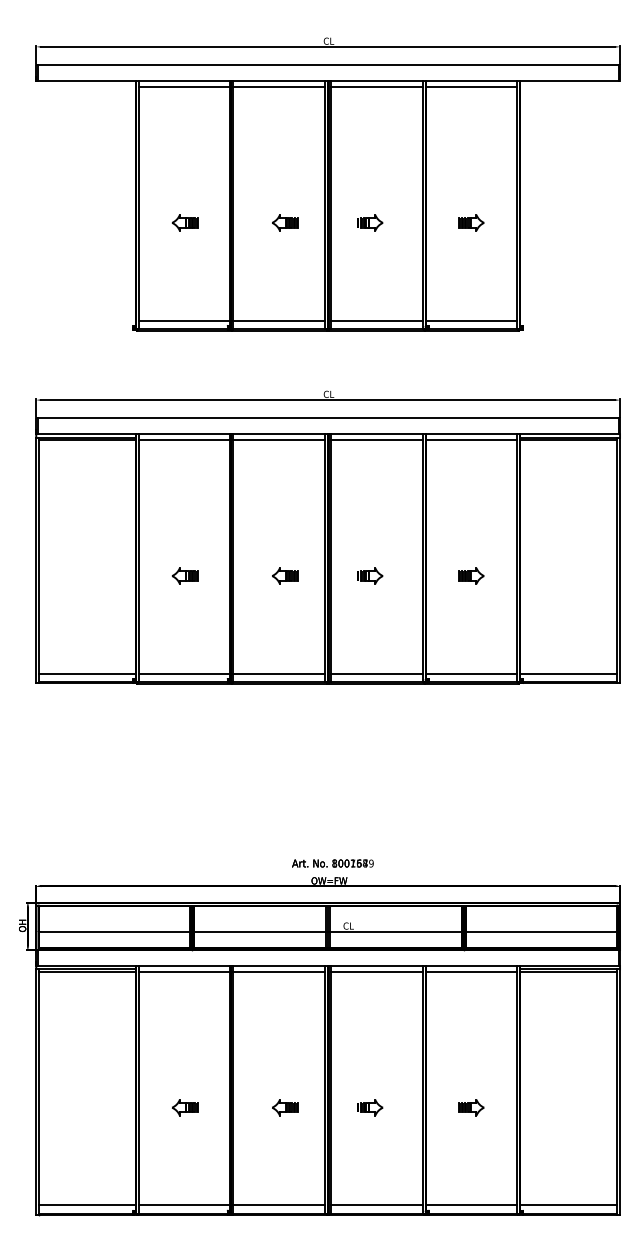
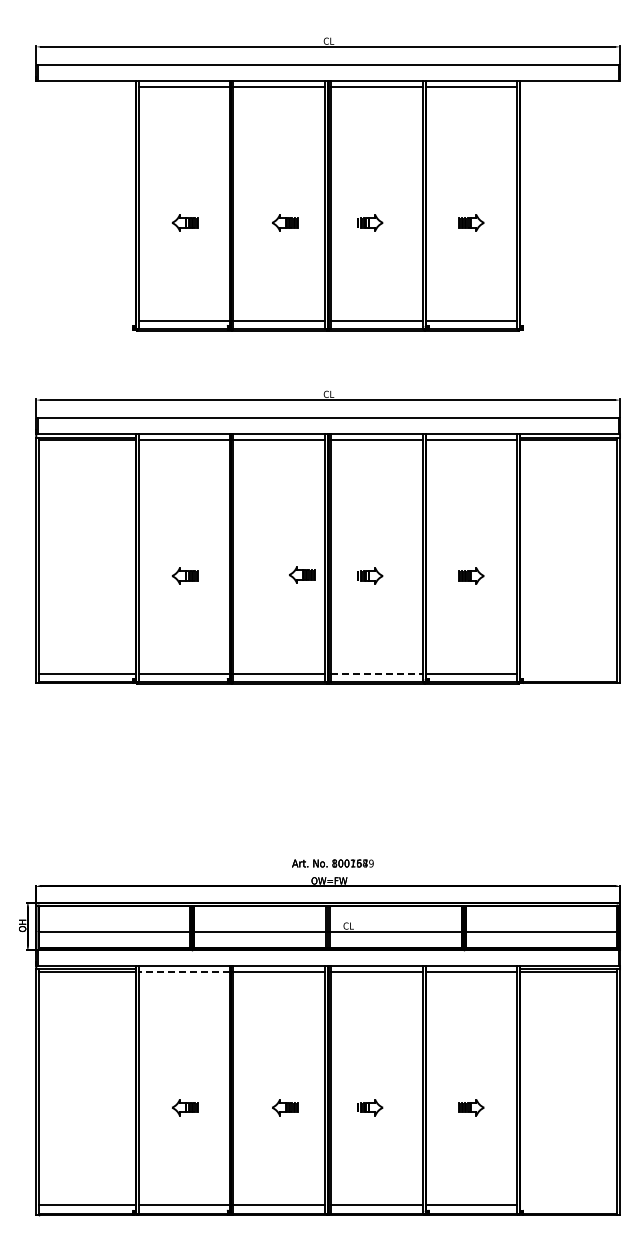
part at (285, 575) position: (285, 575) -> (302, 574)
line at (377, 673): solid -> dashed
line at (568, 673): present -> none
line at (184, 971): solid -> dashed
line at (568, 1205): present -> none
